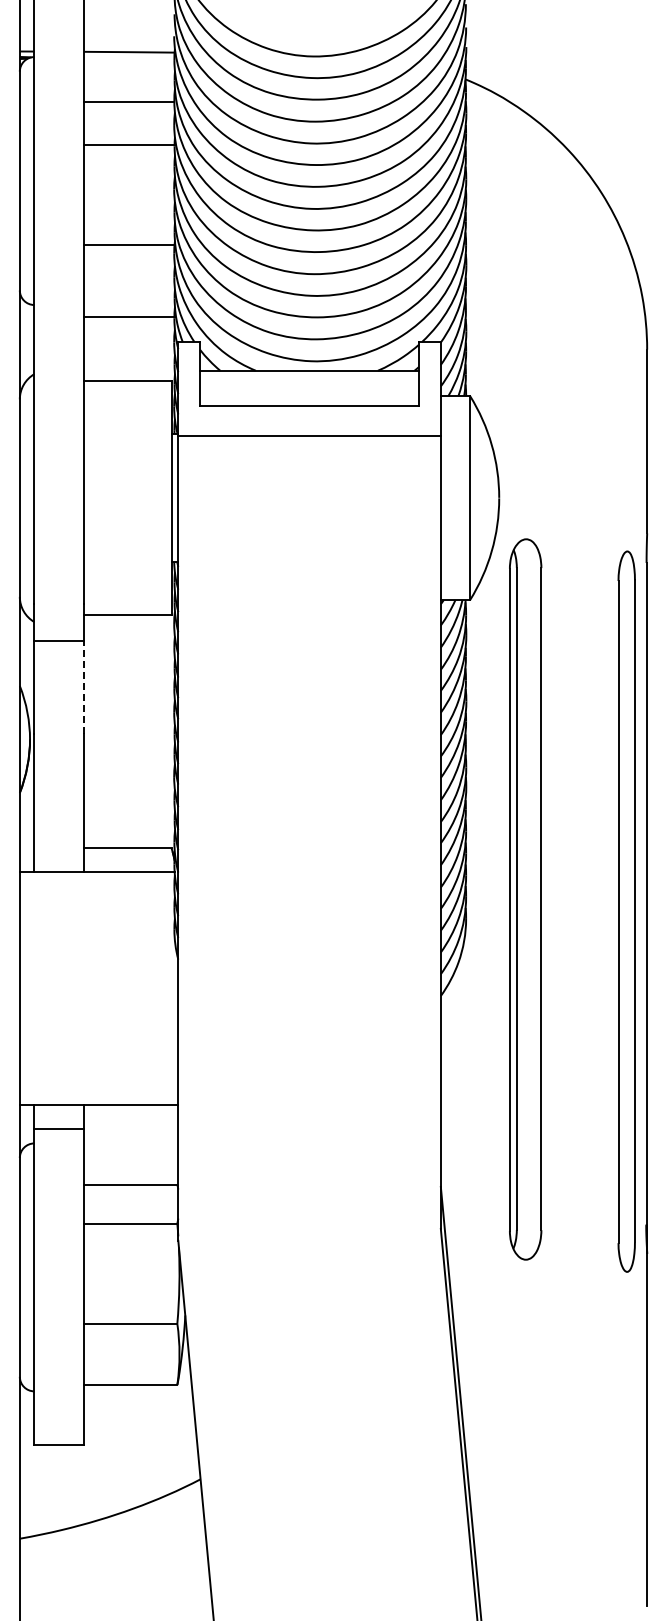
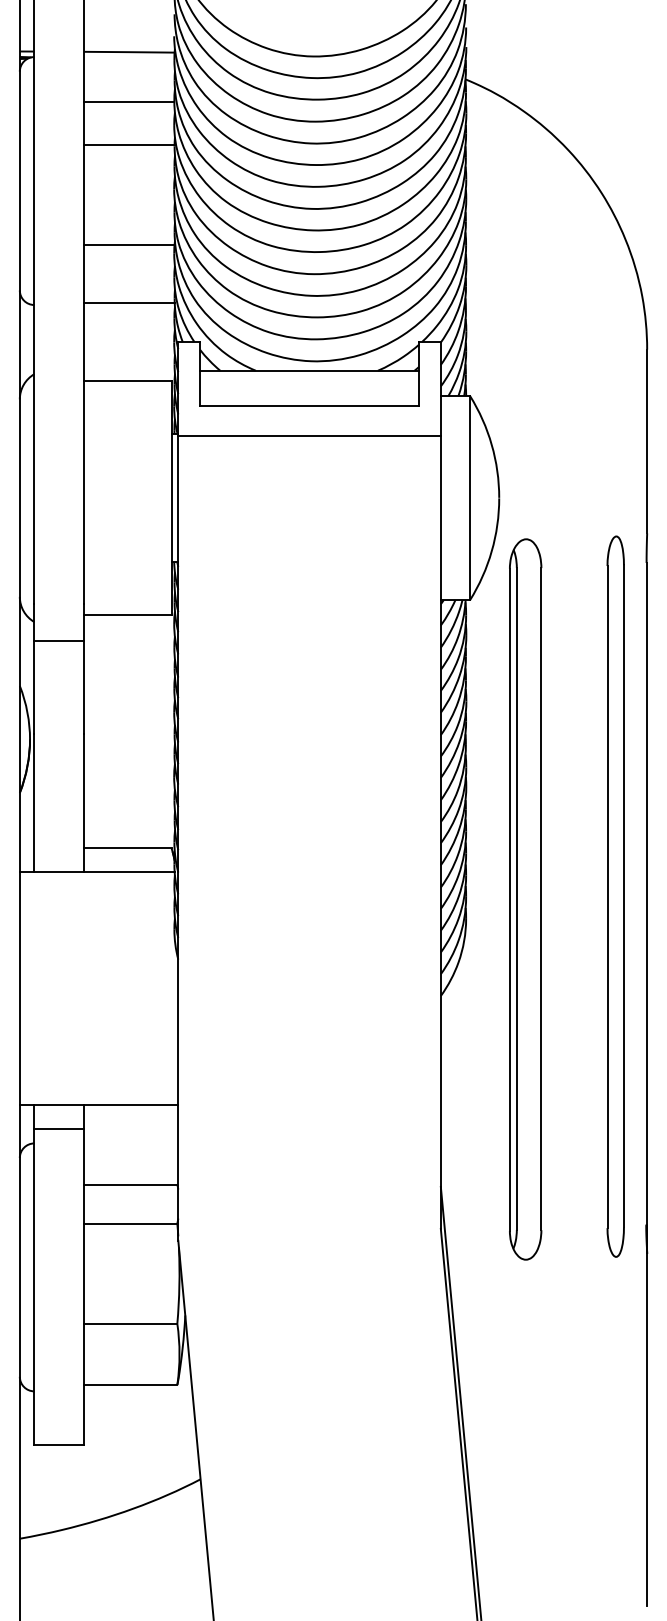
line at (129, 317) position: (129, 317) -> (129, 303)
line at (84, 687): dashed -> solid
part at (626, 911) position: (626, 911) -> (615, 896)
